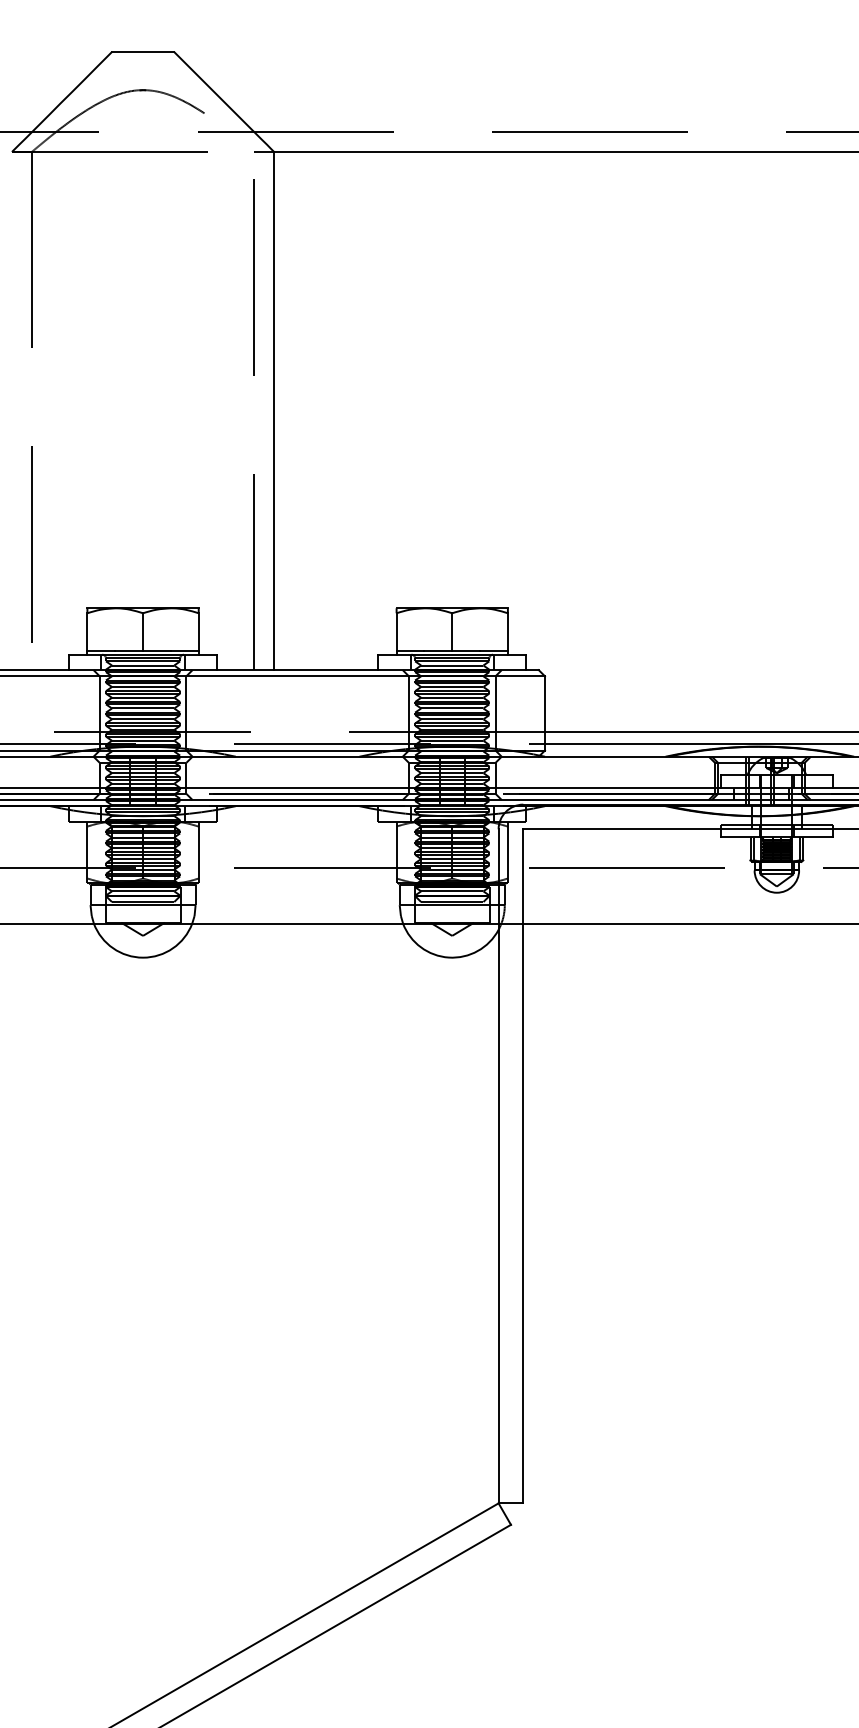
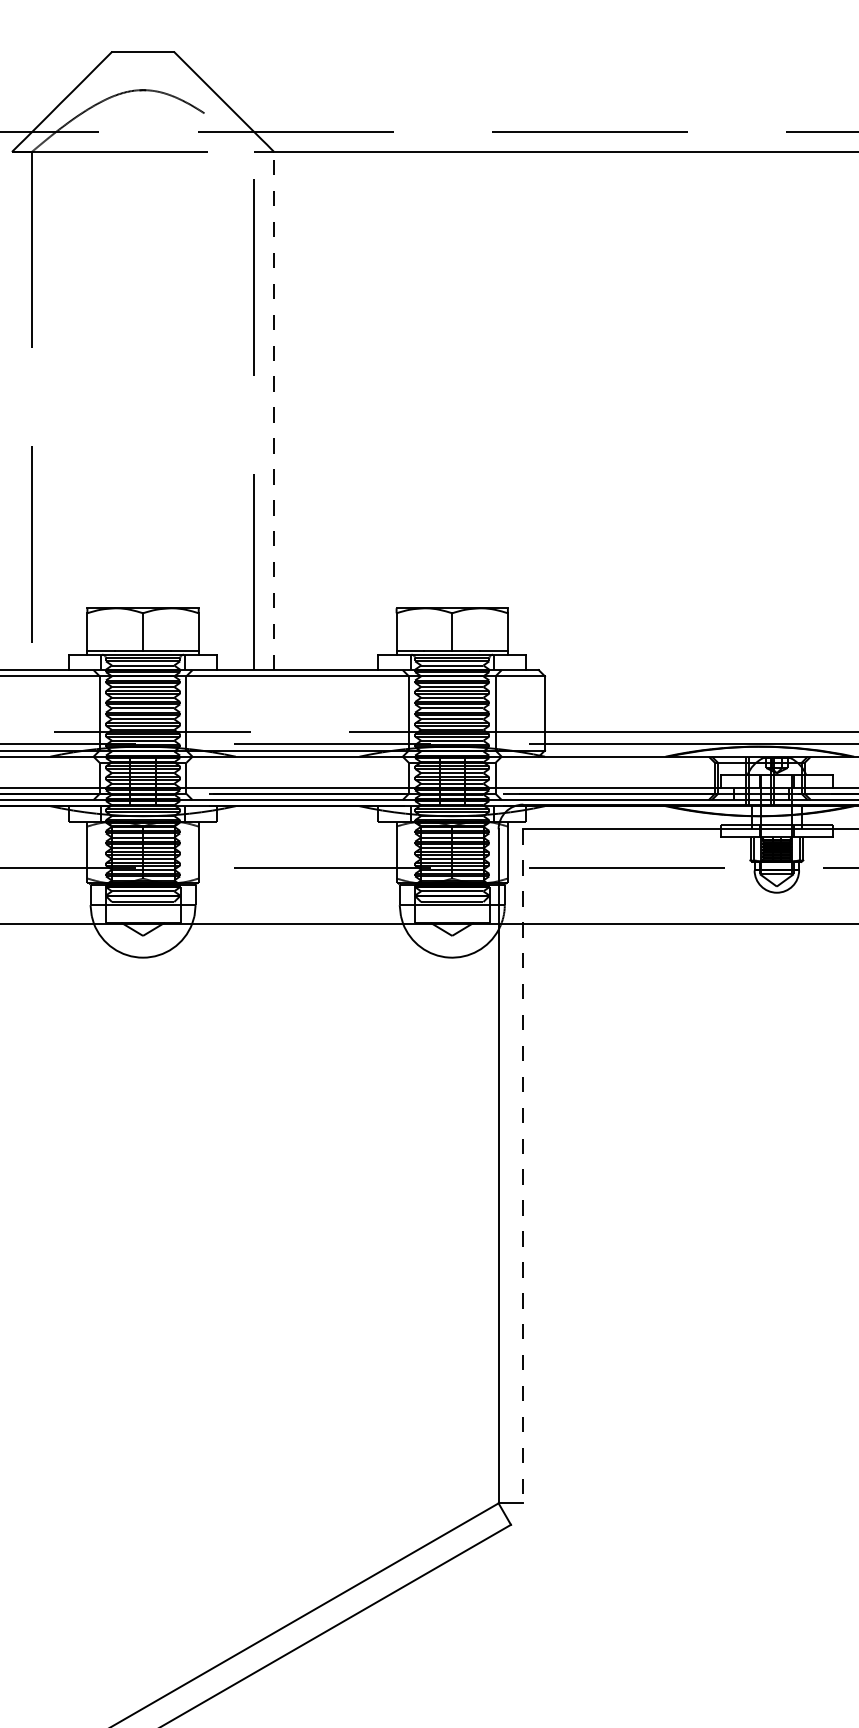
line at (274, 410): solid -> dashed
line at (523, 1166): solid -> dashed
